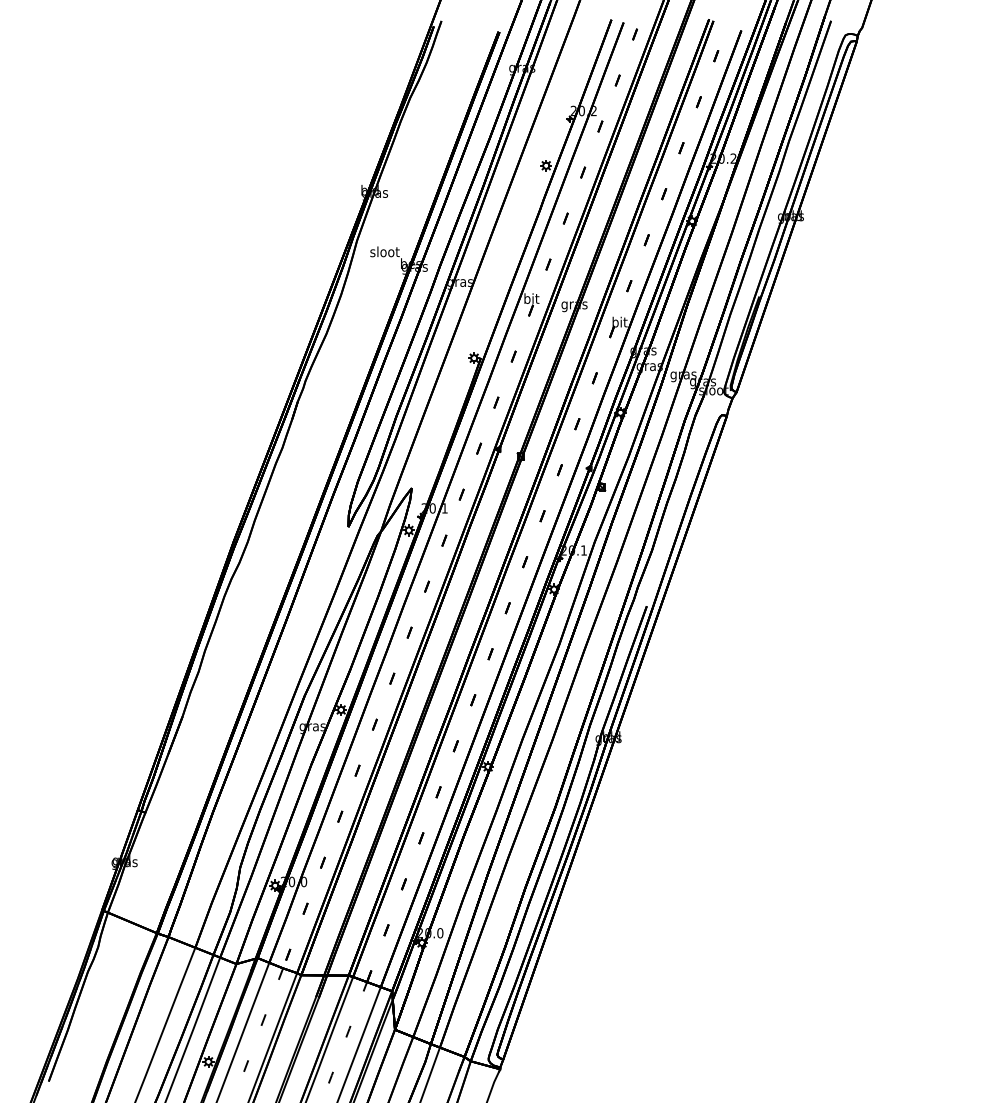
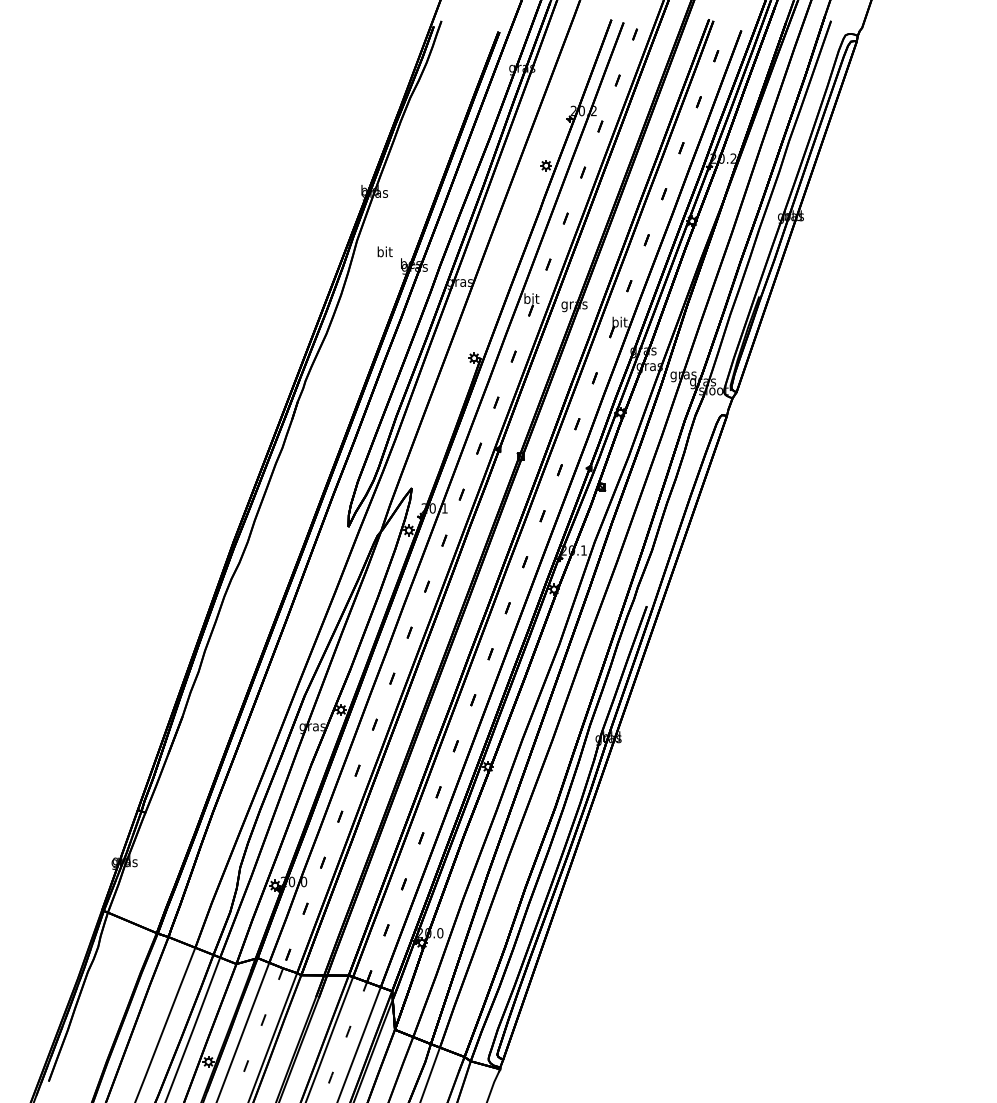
text at (384, 251): sloot -> bit
